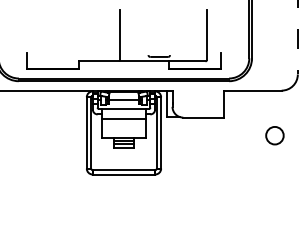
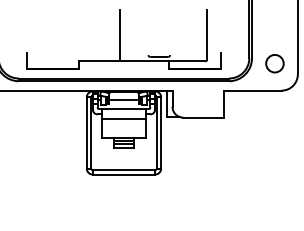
line at (297, 37): dashed -> solid
circle at (274, 135) position: (274, 135) -> (274, 63)
